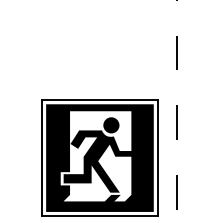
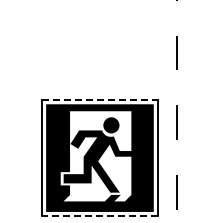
line at (99, 100): solid -> dashed
line at (99, 216): solid -> dashed
